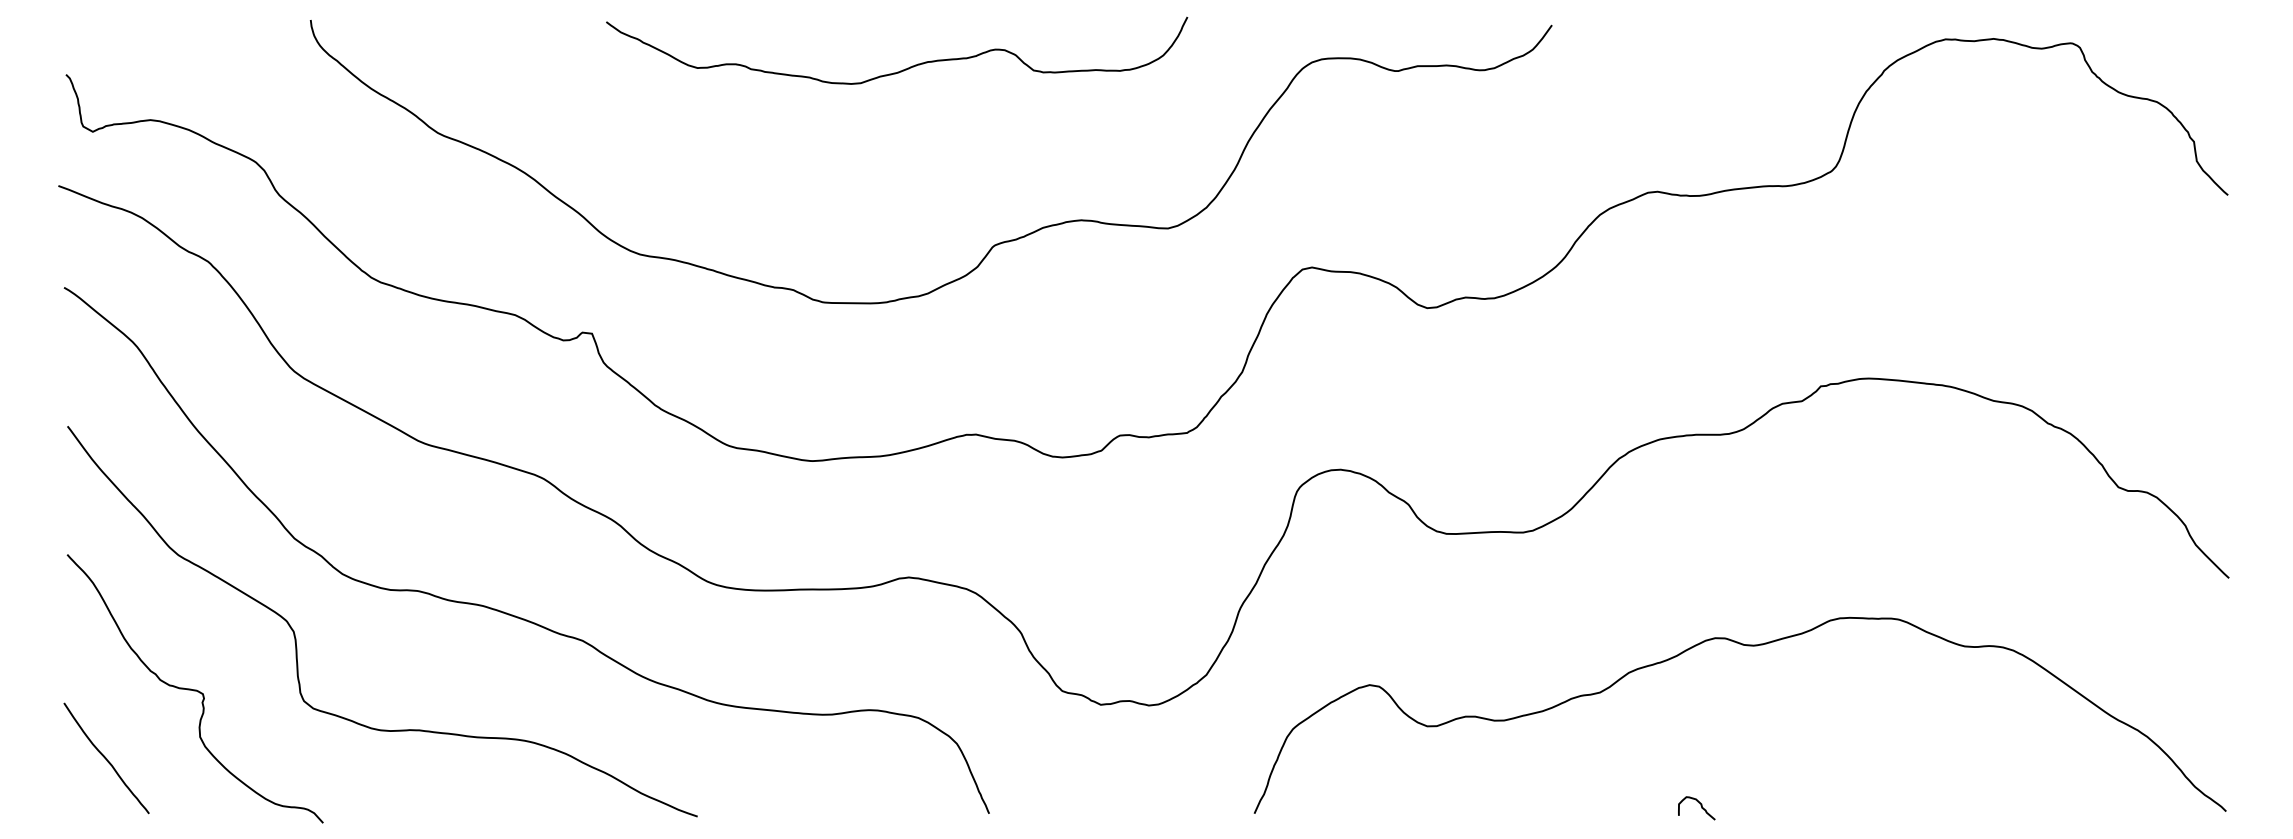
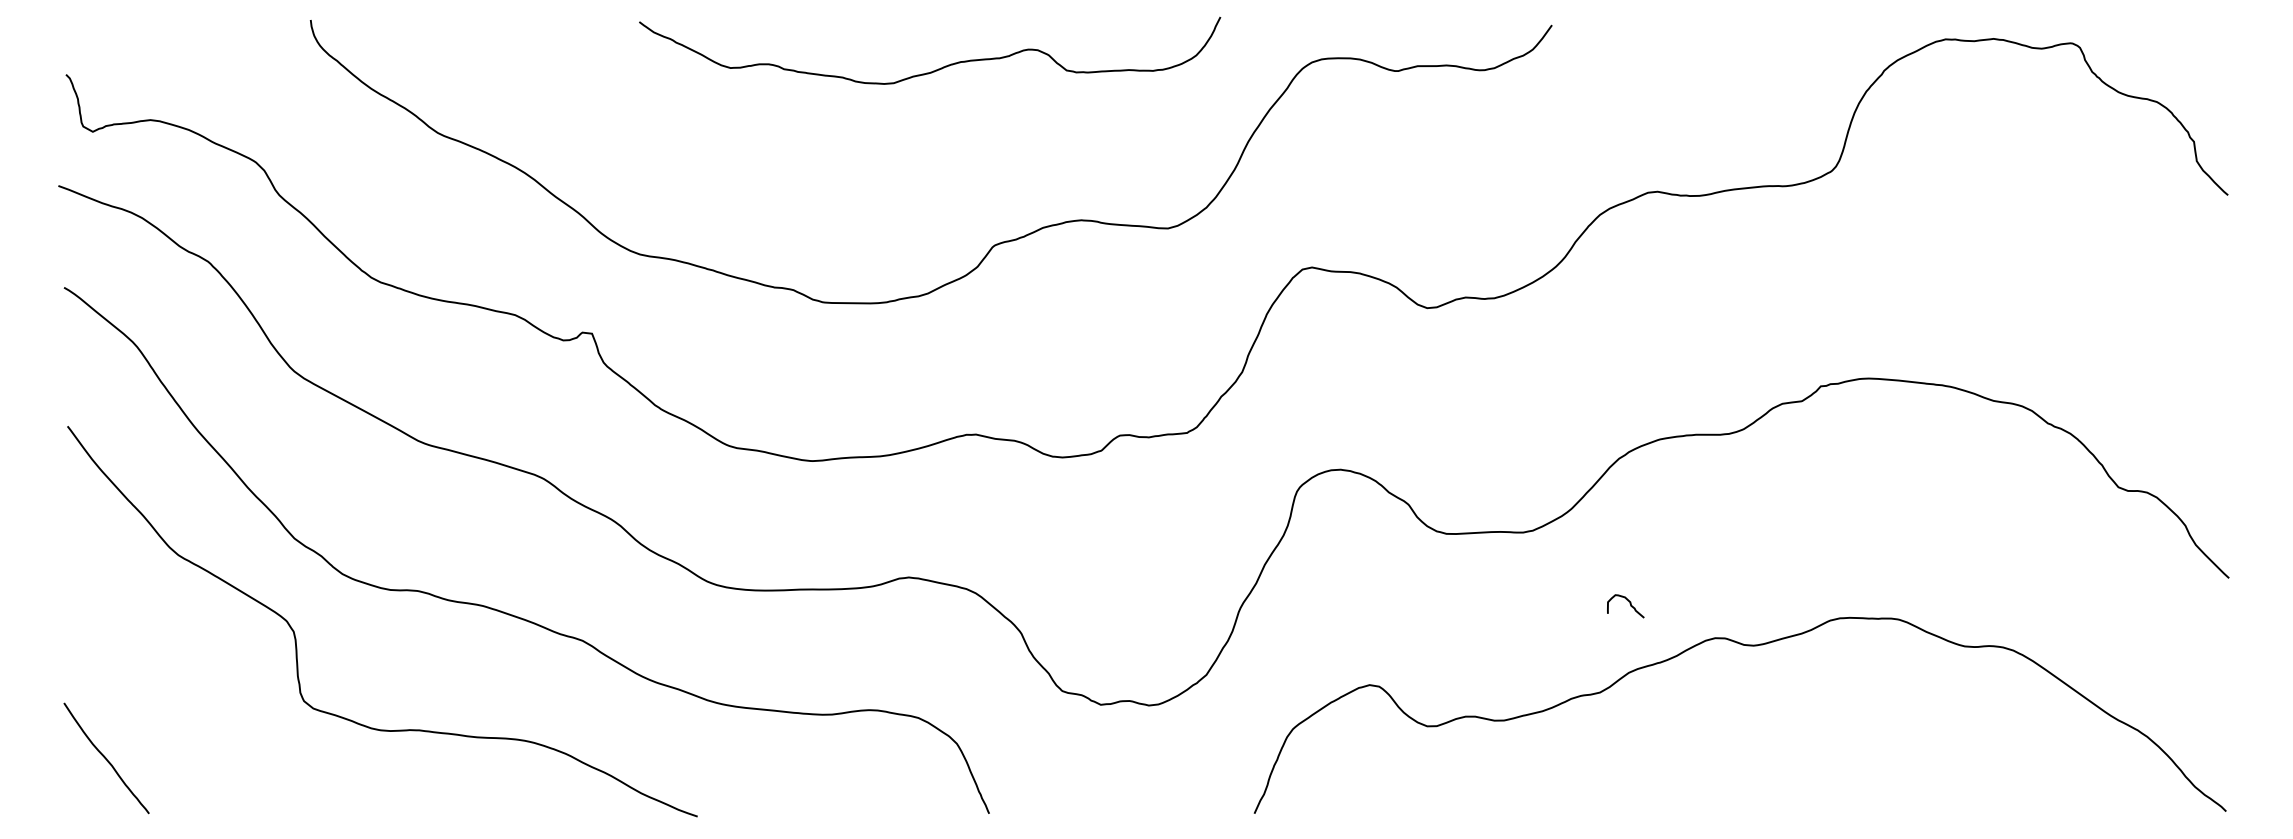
curve at (902, 69) position: (902, 69) -> (935, 69)
curve at (194, 689): present -> none
curve at (1700, 805) position: (1700, 805) -> (1629, 603)
